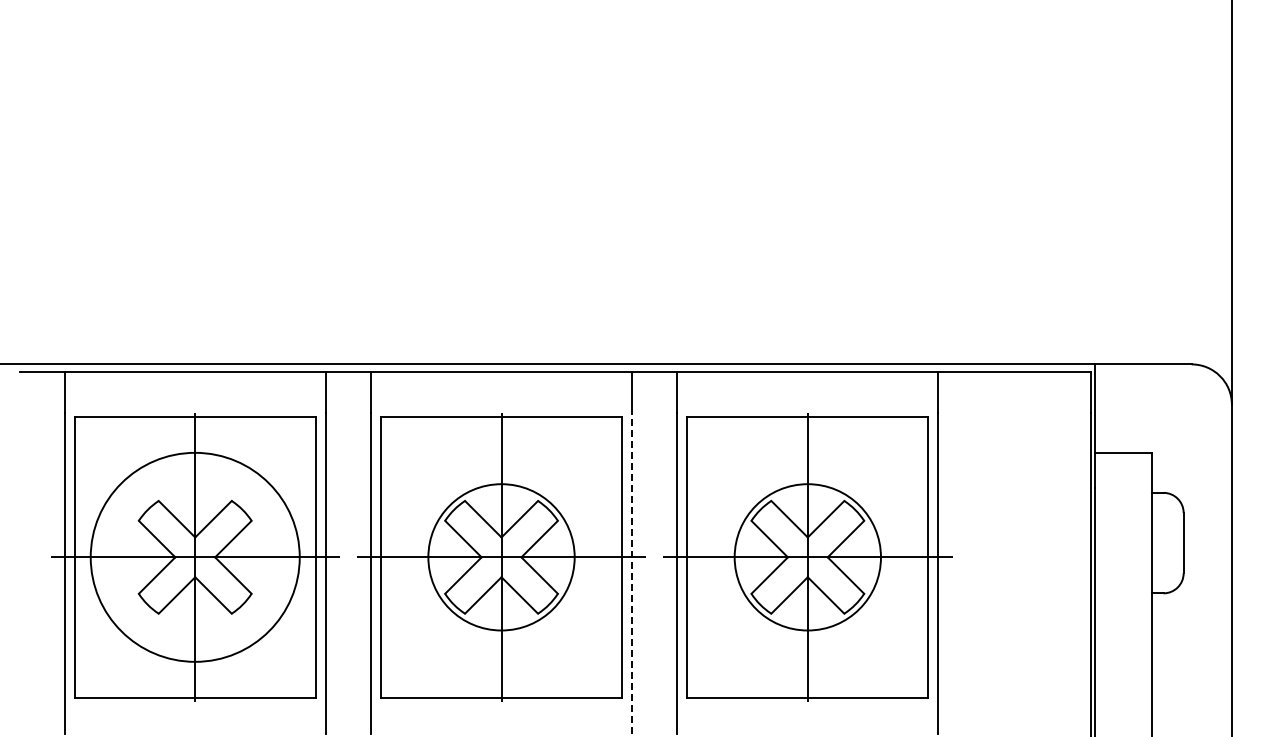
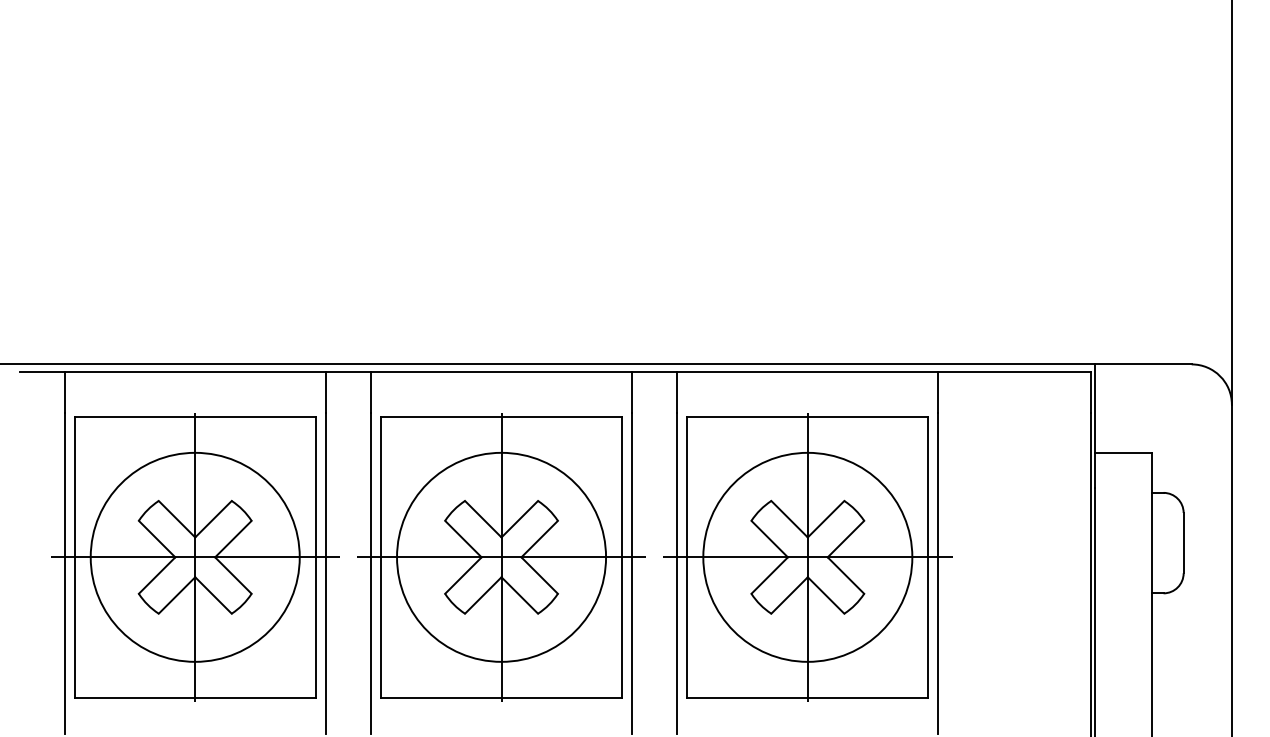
circle at (501, 557) diameter: 146 px -> 209 px
circle at (807, 557) diameter: 146 px -> 209 px
line at (632, 573): dashed -> solid
